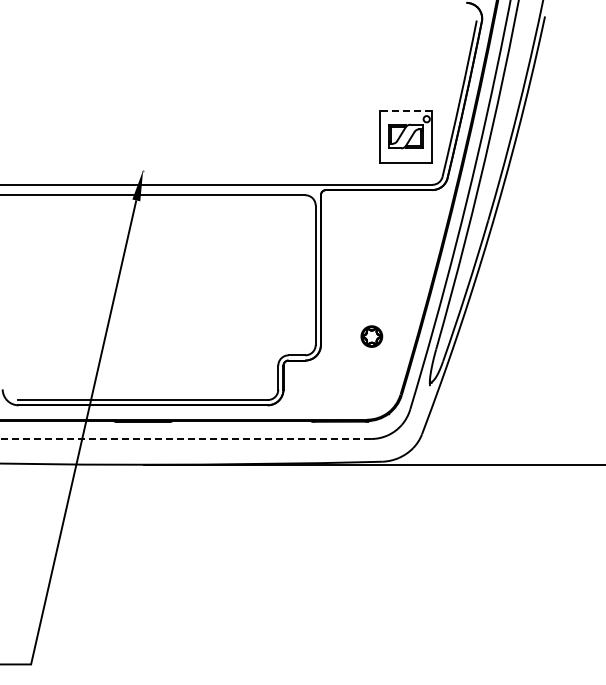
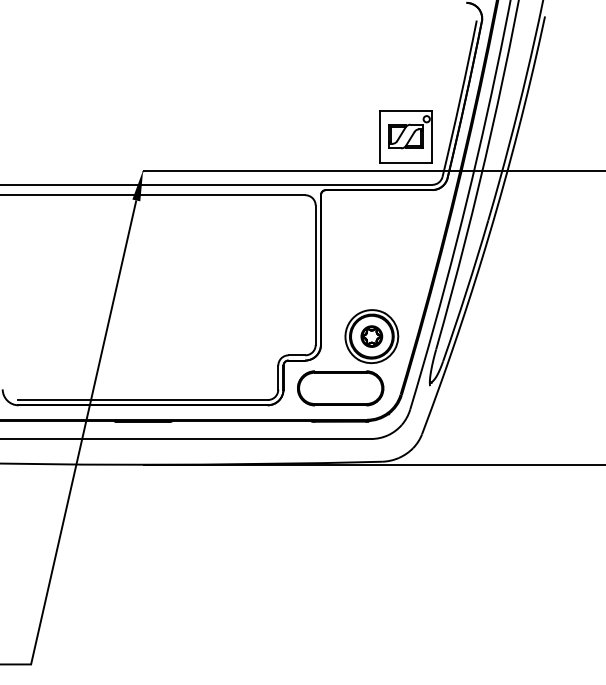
line at (405, 110): dashed -> solid
line at (373, 170): none -> present
part at (348, 357): none -> present
line at (185, 439): dashed -> solid
